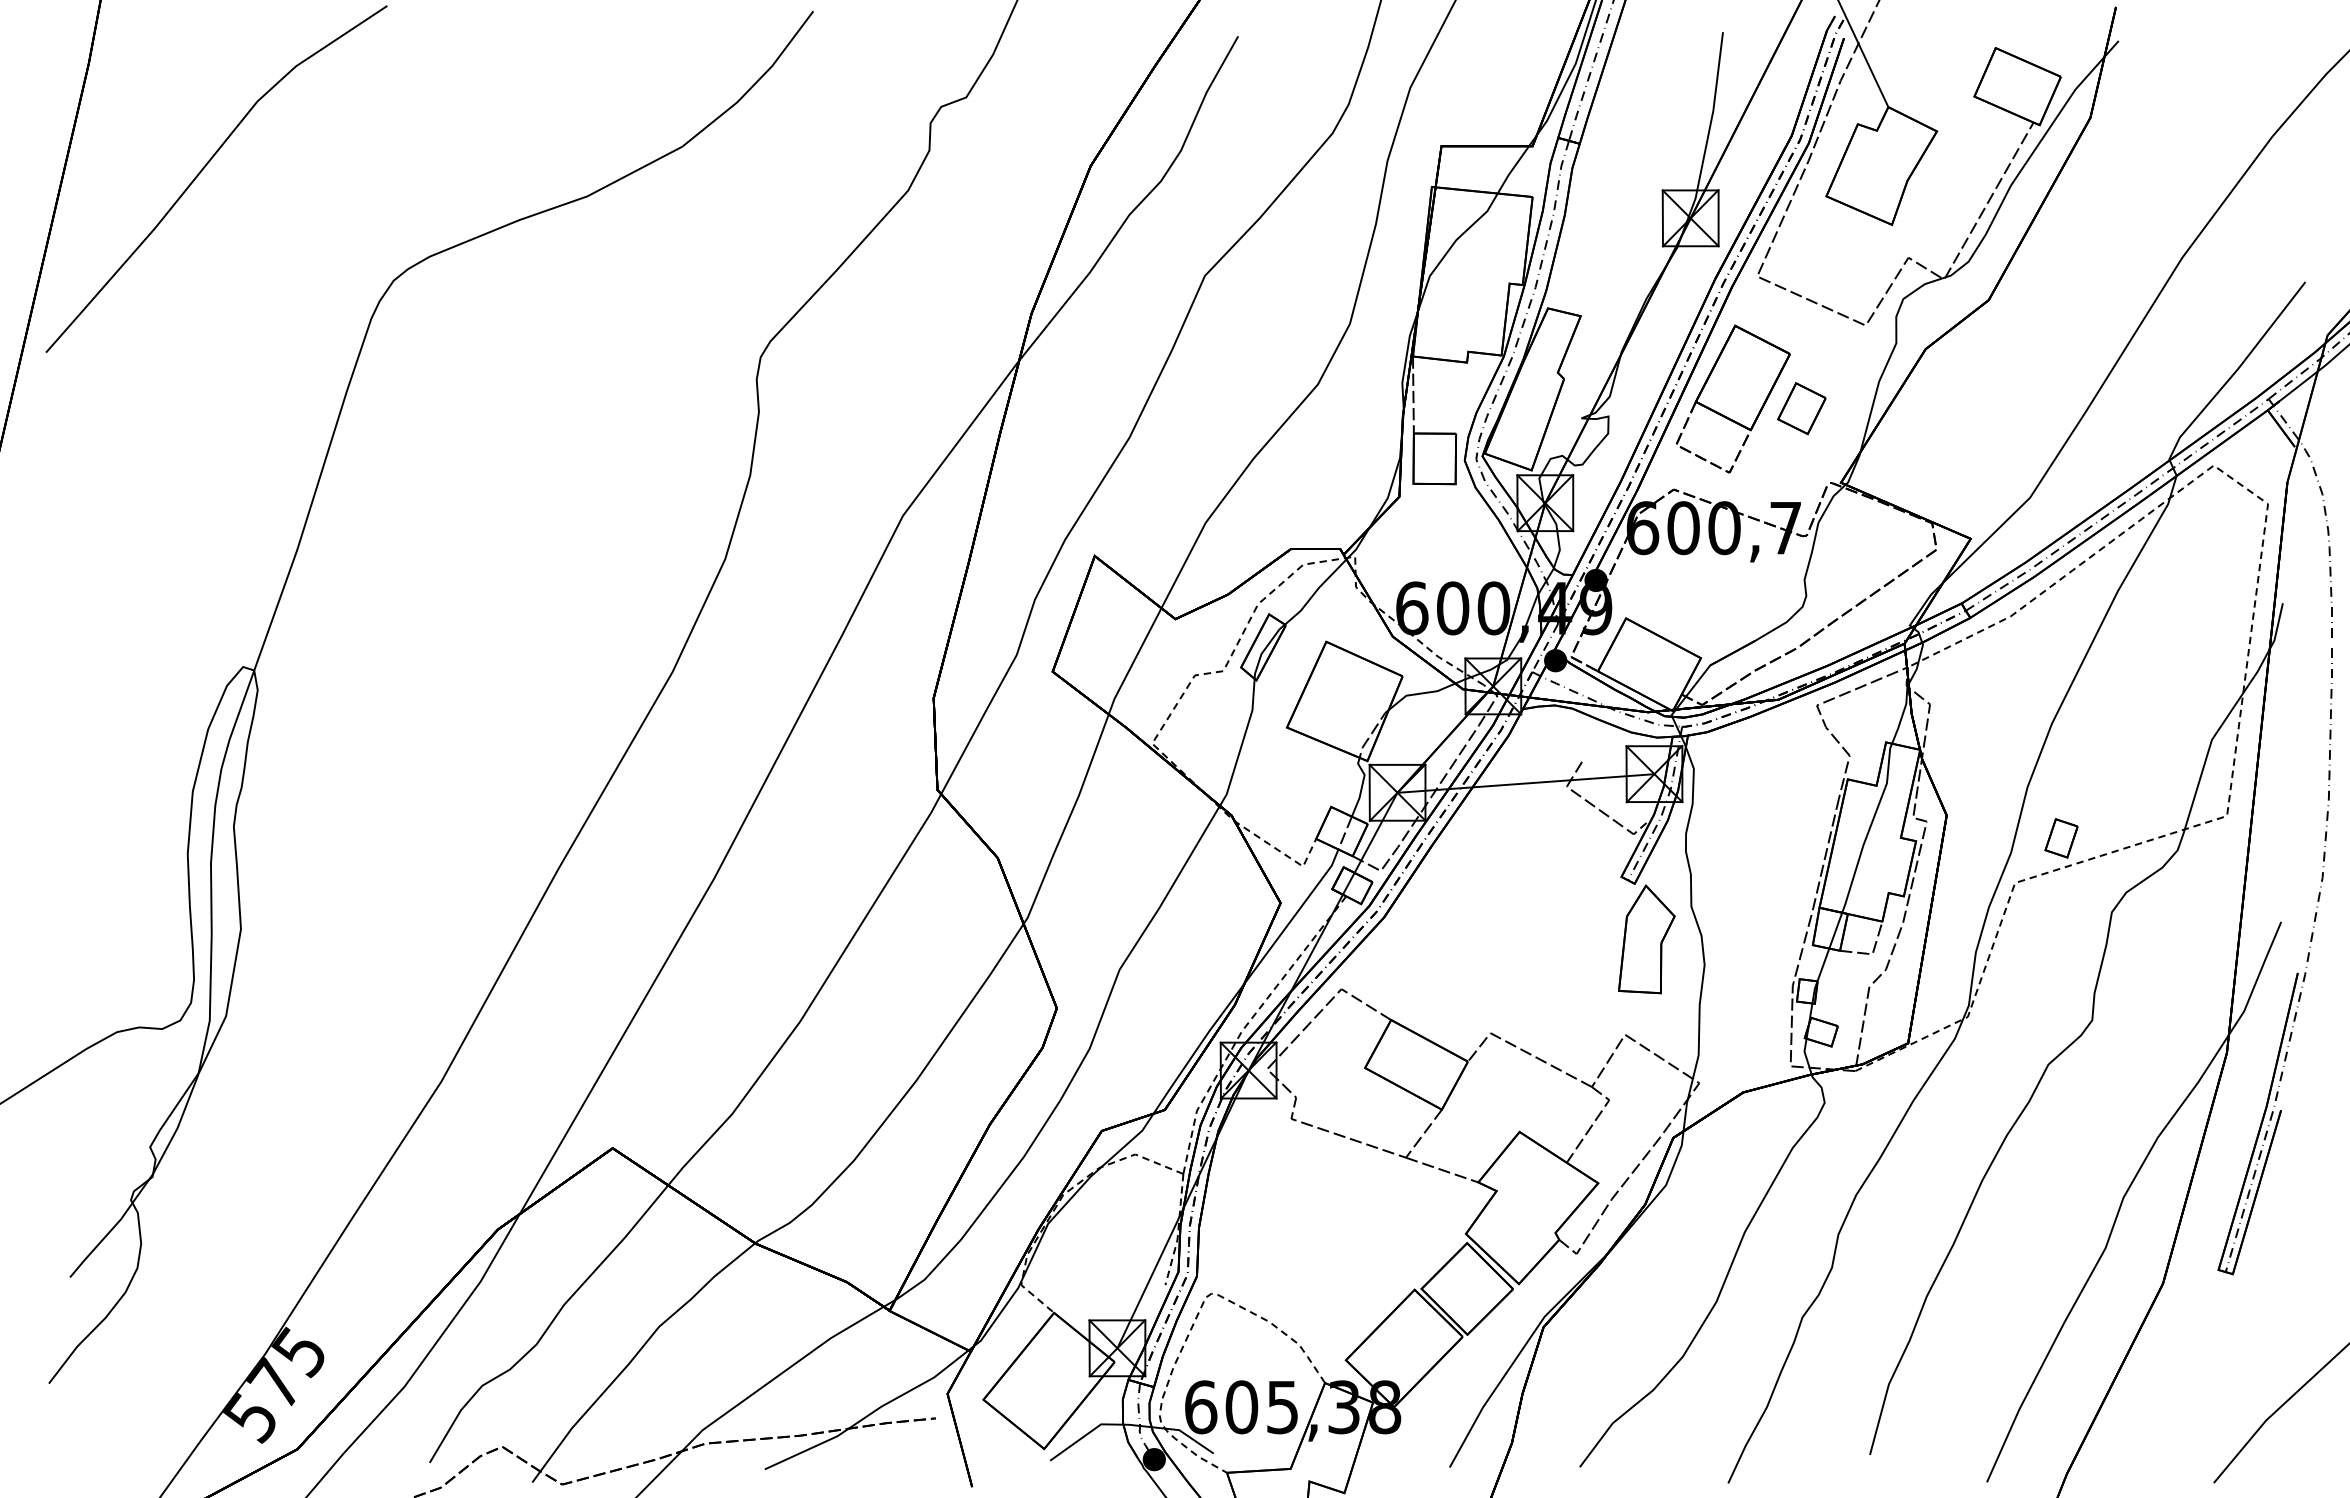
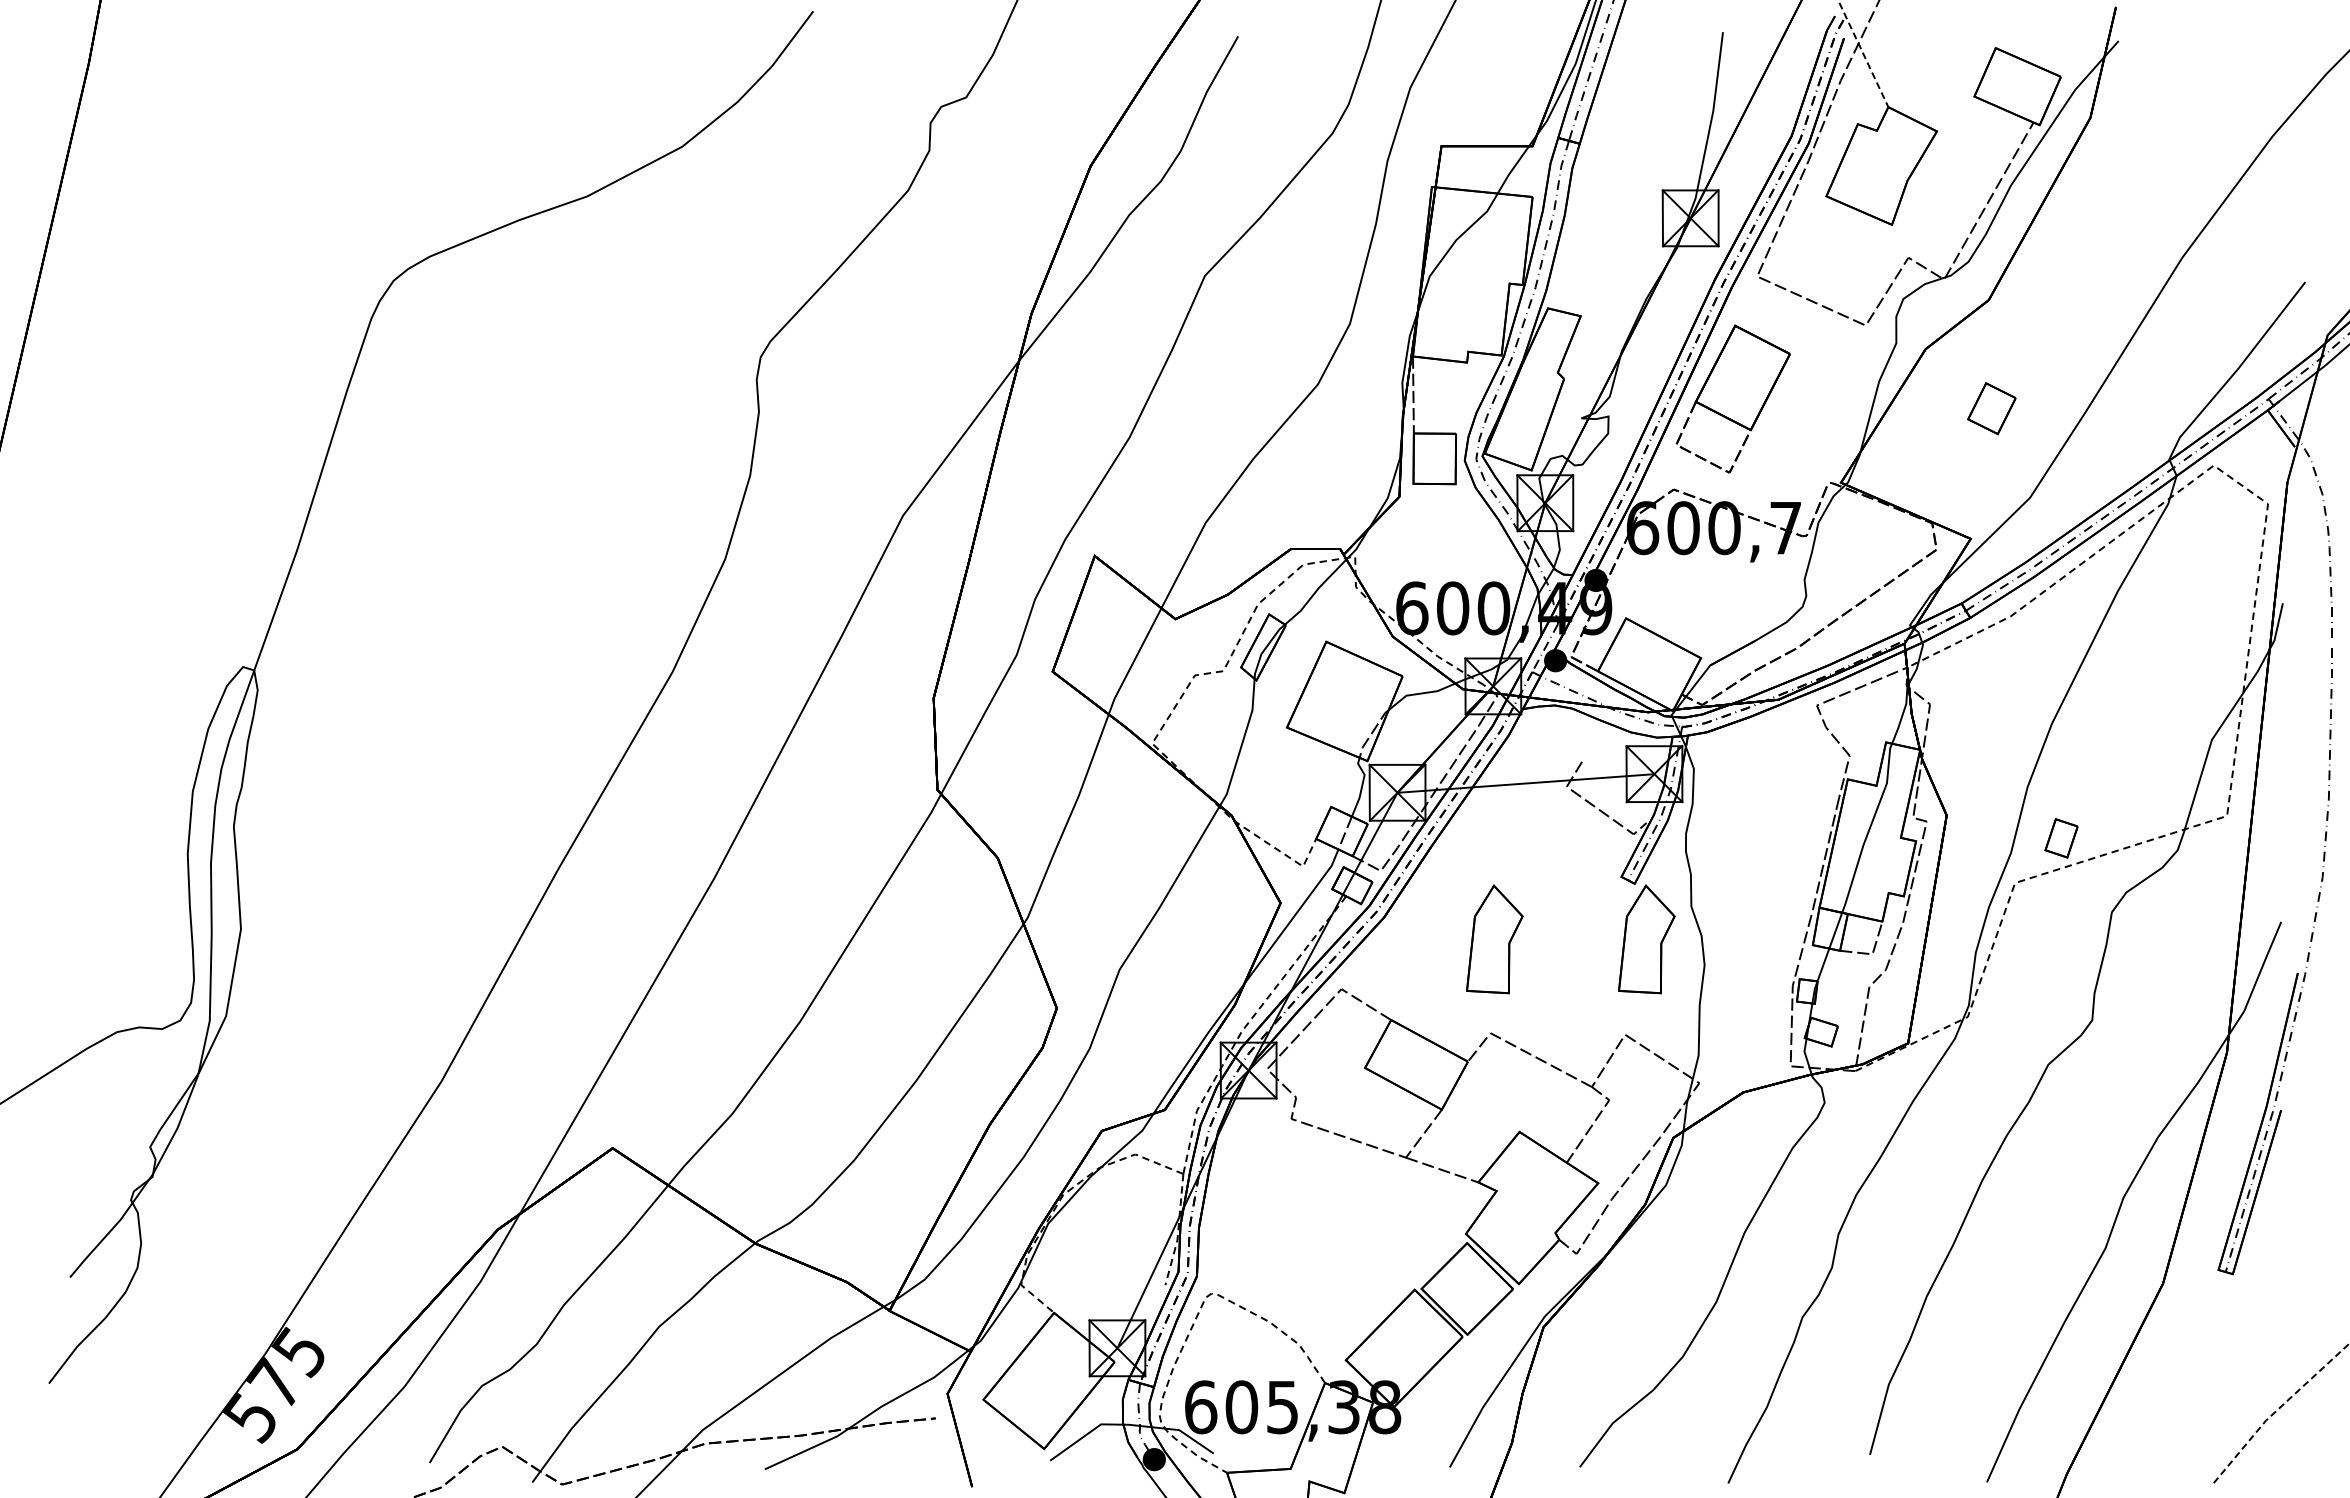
line at (1863, 54): solid -> dashed
curve at (205, 167): present -> none
part at (1801, 408) position: (1801, 408) -> (1991, 408)
part at (1494, 939): none -> present
line at (2277, 1409): solid -> dashed
